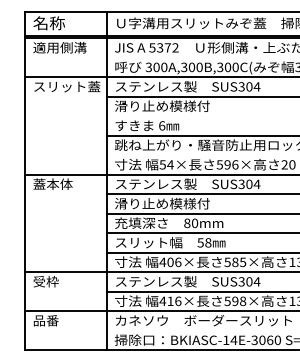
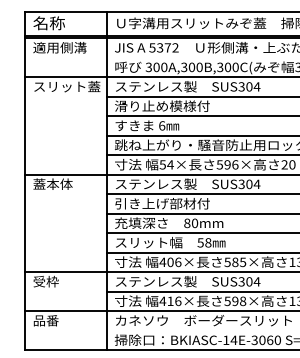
line at (201, 116): none -> present
line at (201, 155): none -> present
text at (155, 203): 滑り止め模様付 -> 引き上げ部材付
